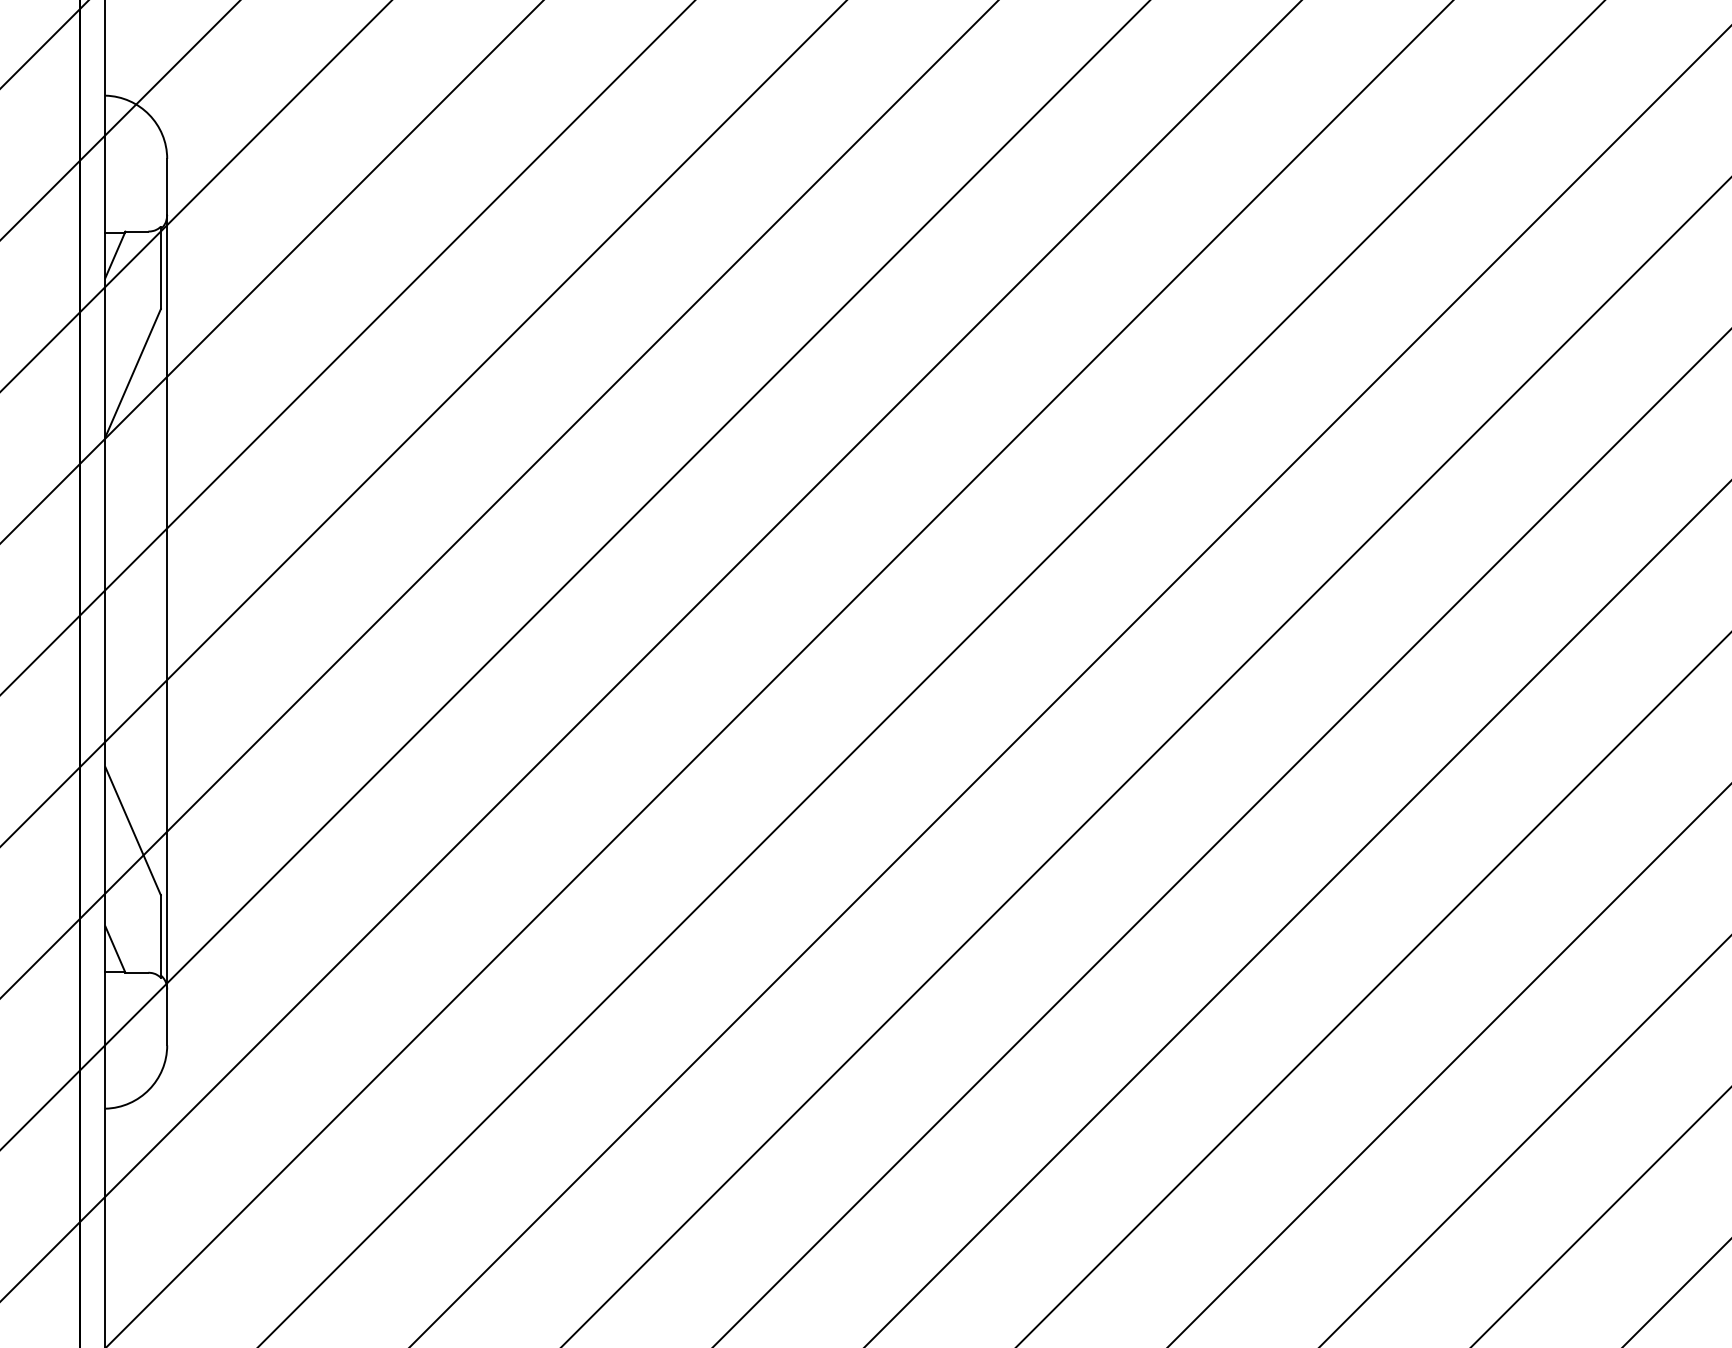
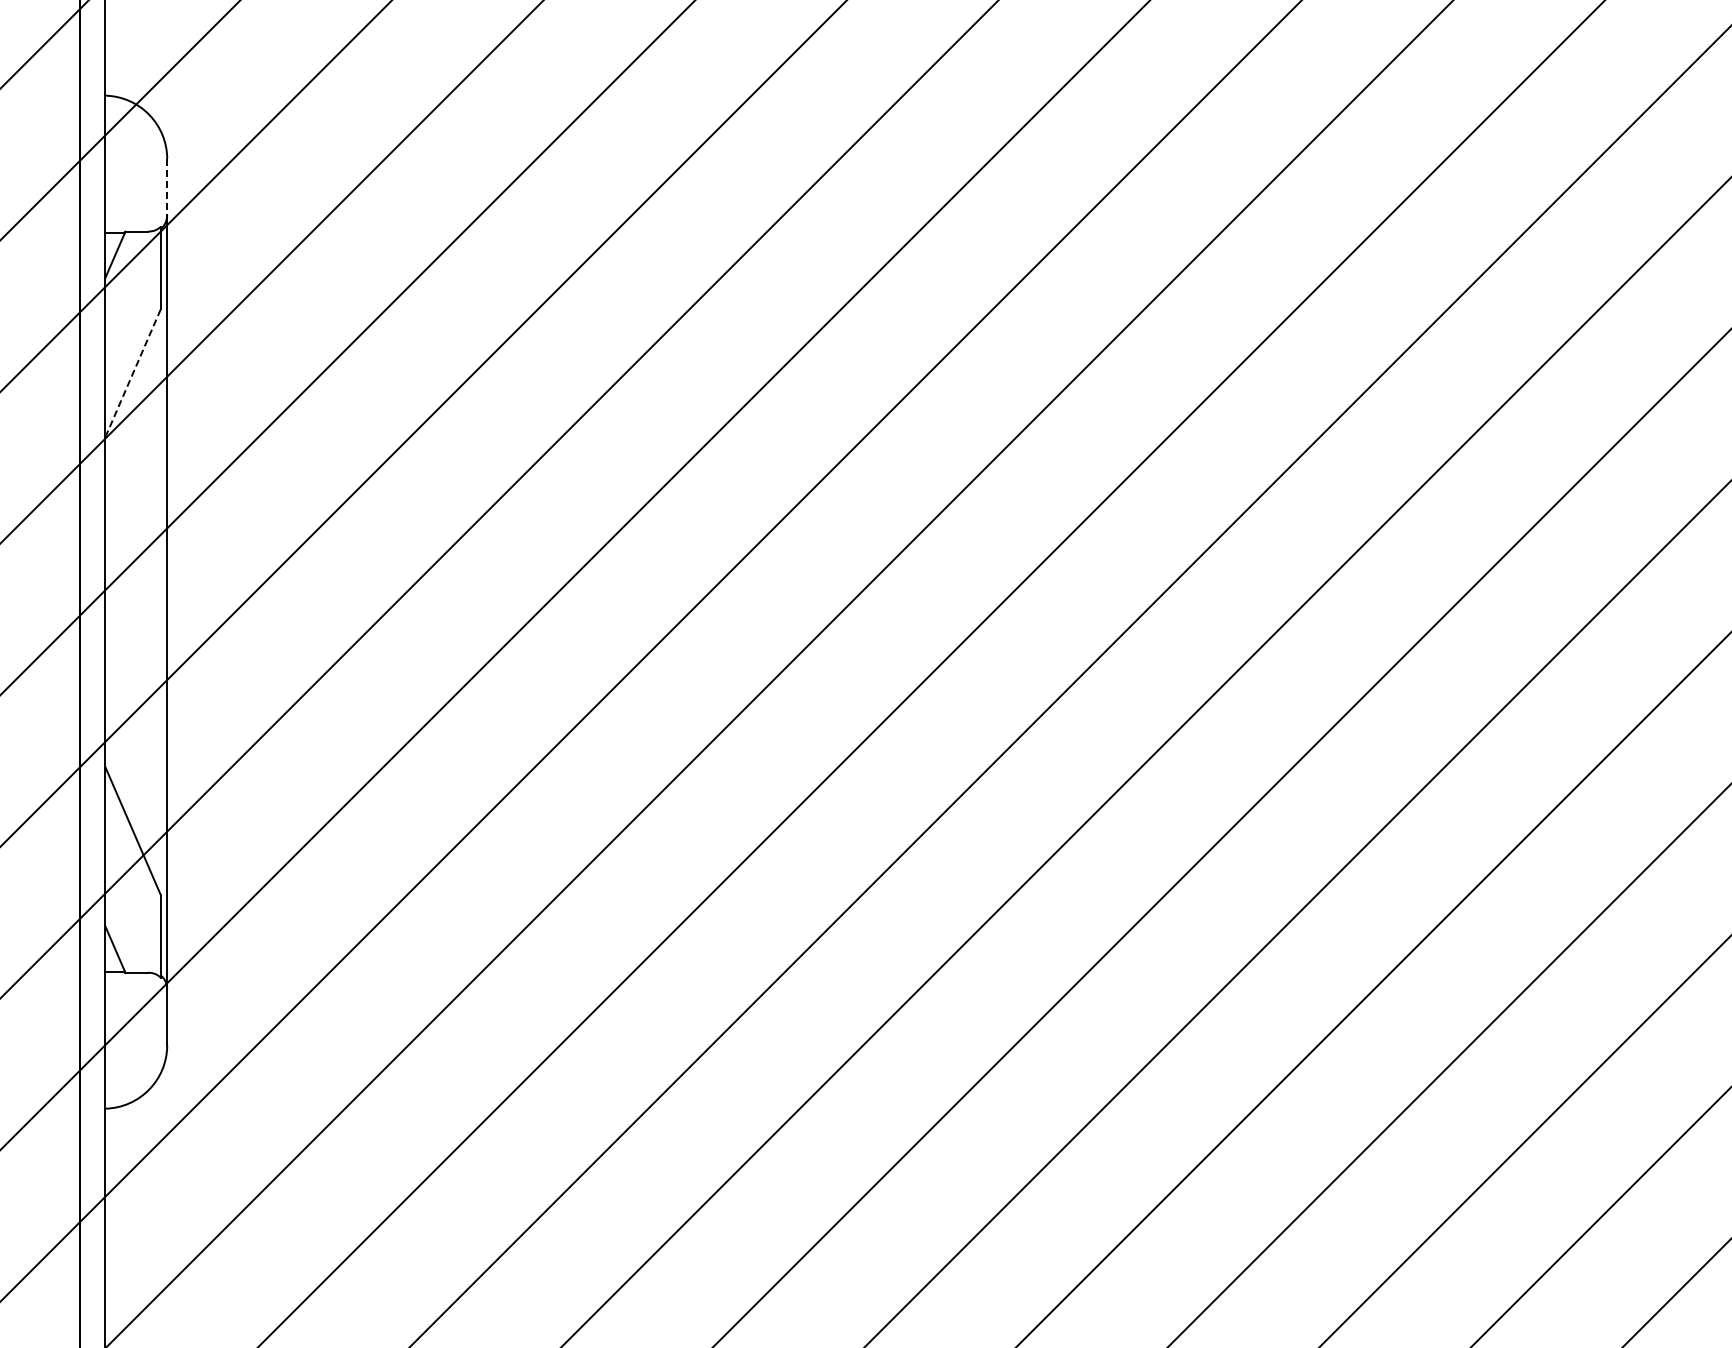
line at (167, 186): solid -> dashed
line at (133, 373): solid -> dashed
